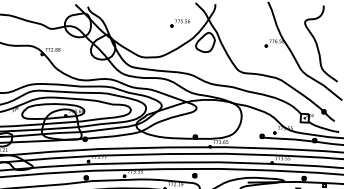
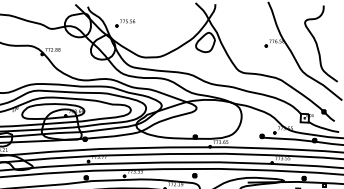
part at (180, 23) position: (180, 23) -> (125, 23)
